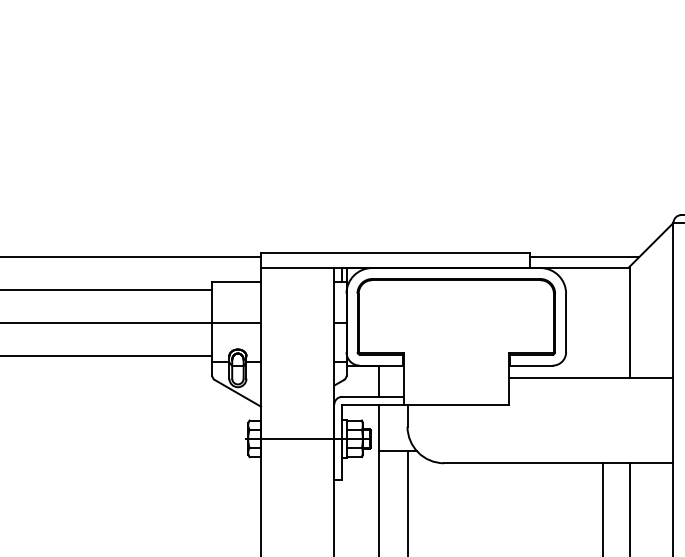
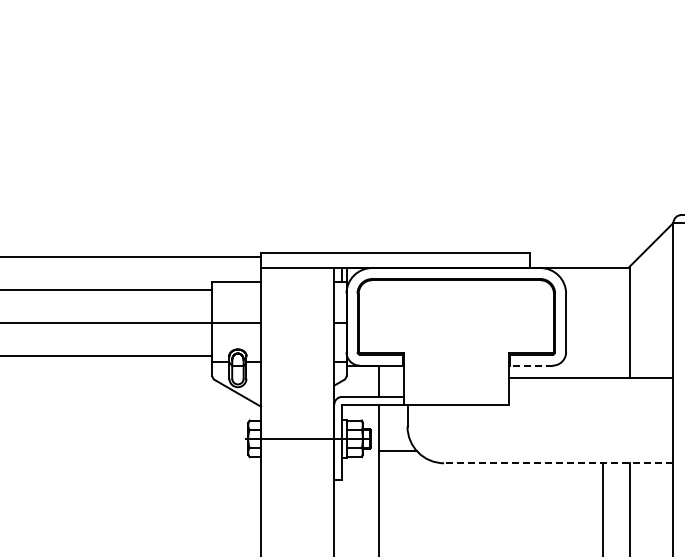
line at (584, 257): present -> none
line at (530, 365): solid -> dashed
line at (558, 463): solid -> dashed
line at (407, 502): present -> none
